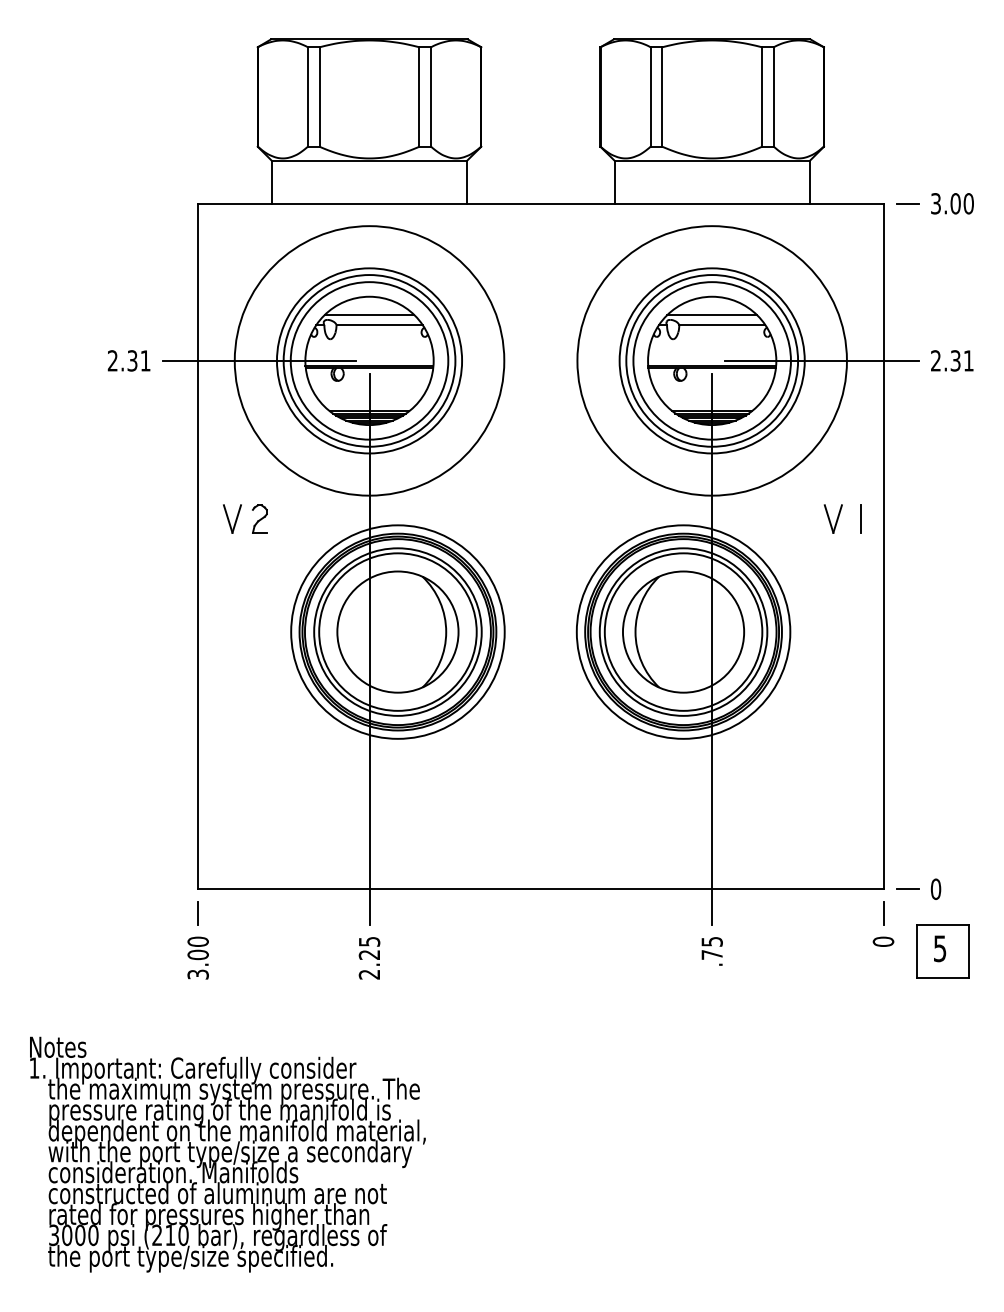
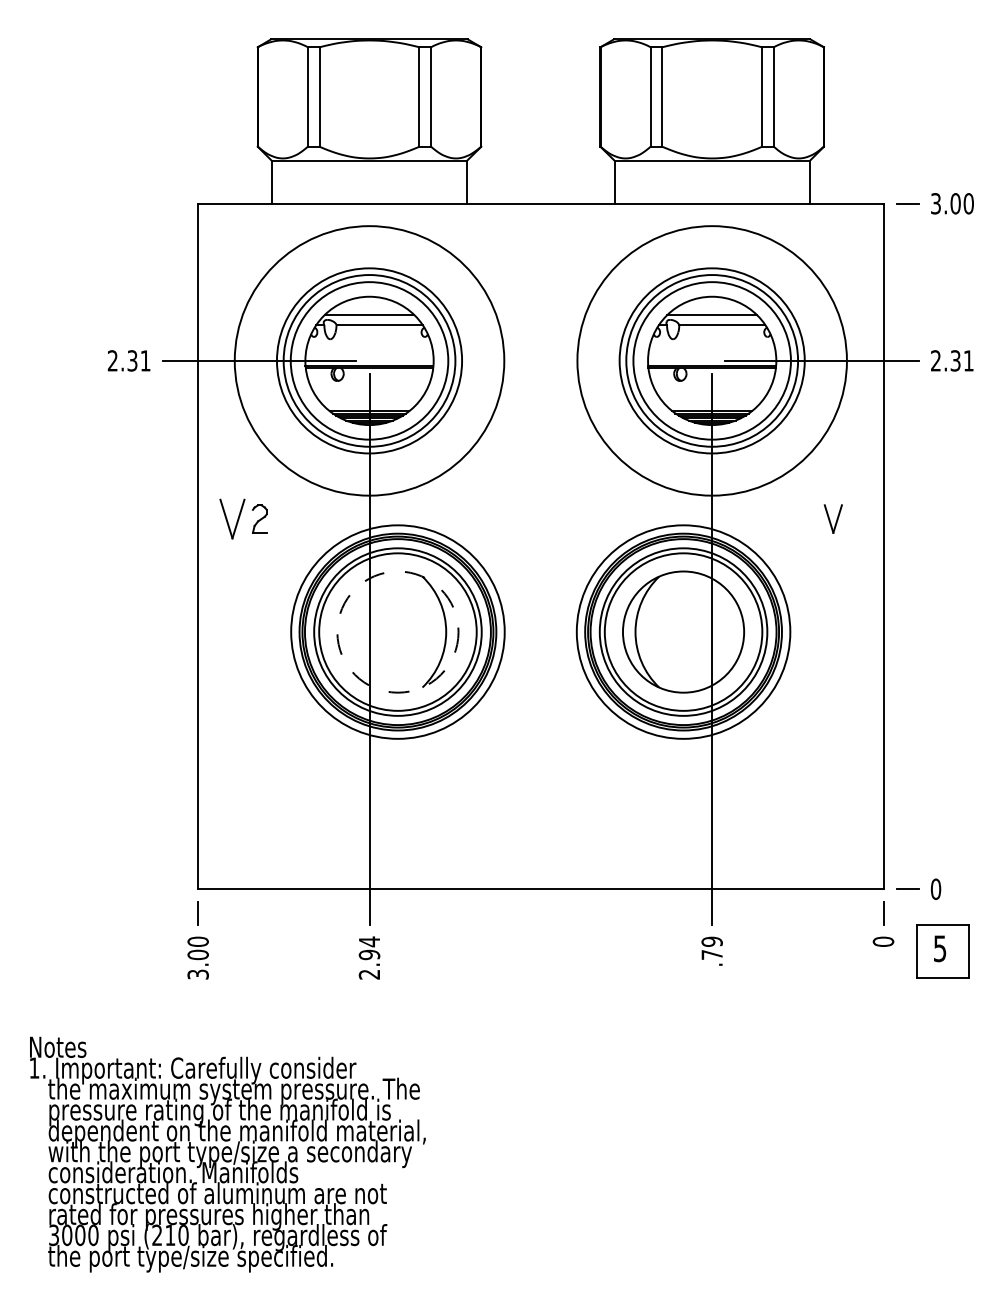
part at (232, 518) size: 19x30 px -> 27x42 px
line at (860, 518): present -> none
circle at (397, 631): solid -> dashed
text at (711, 941): .75 -> .79
text at (369, 948): 2.25 -> 2.94
